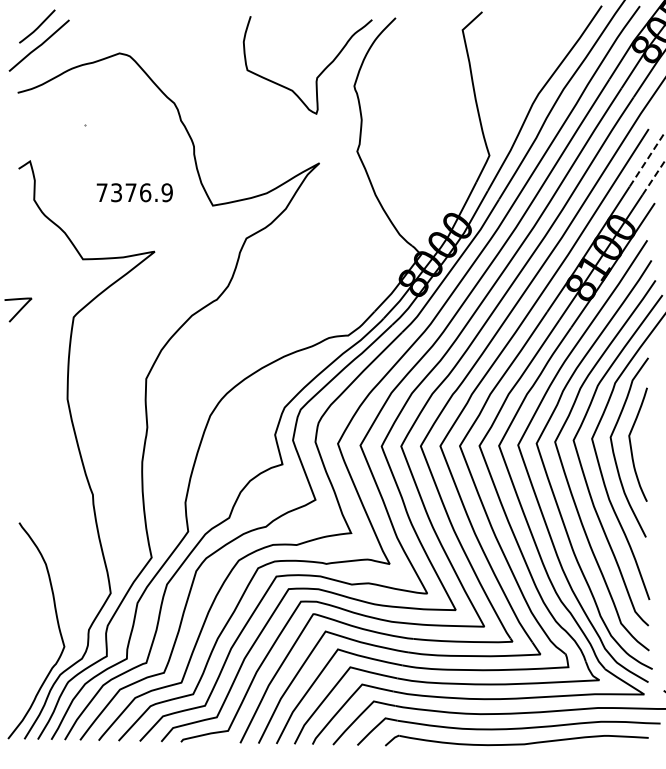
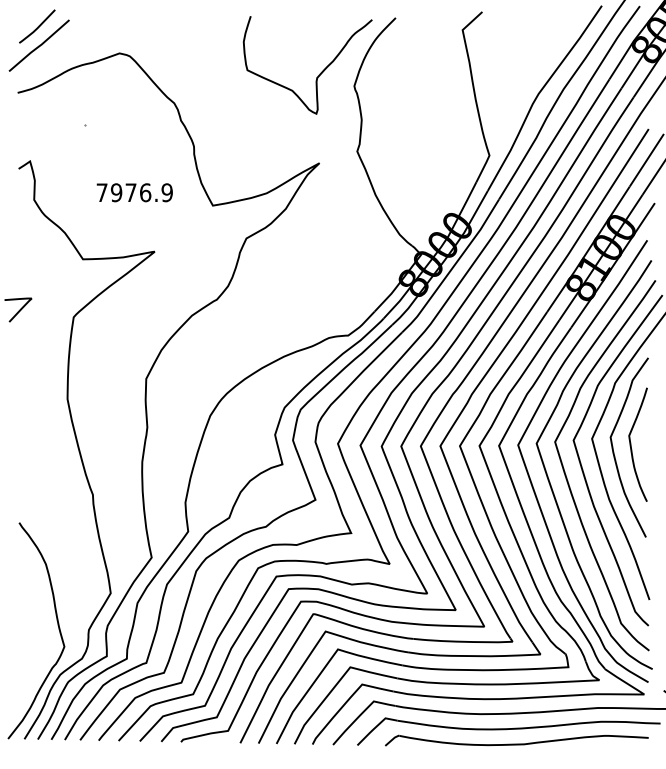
line at (647, 159): dashed -> solid
line at (654, 177): dashed -> solid
text at (116, 192): 7376.9 -> 7976.9
